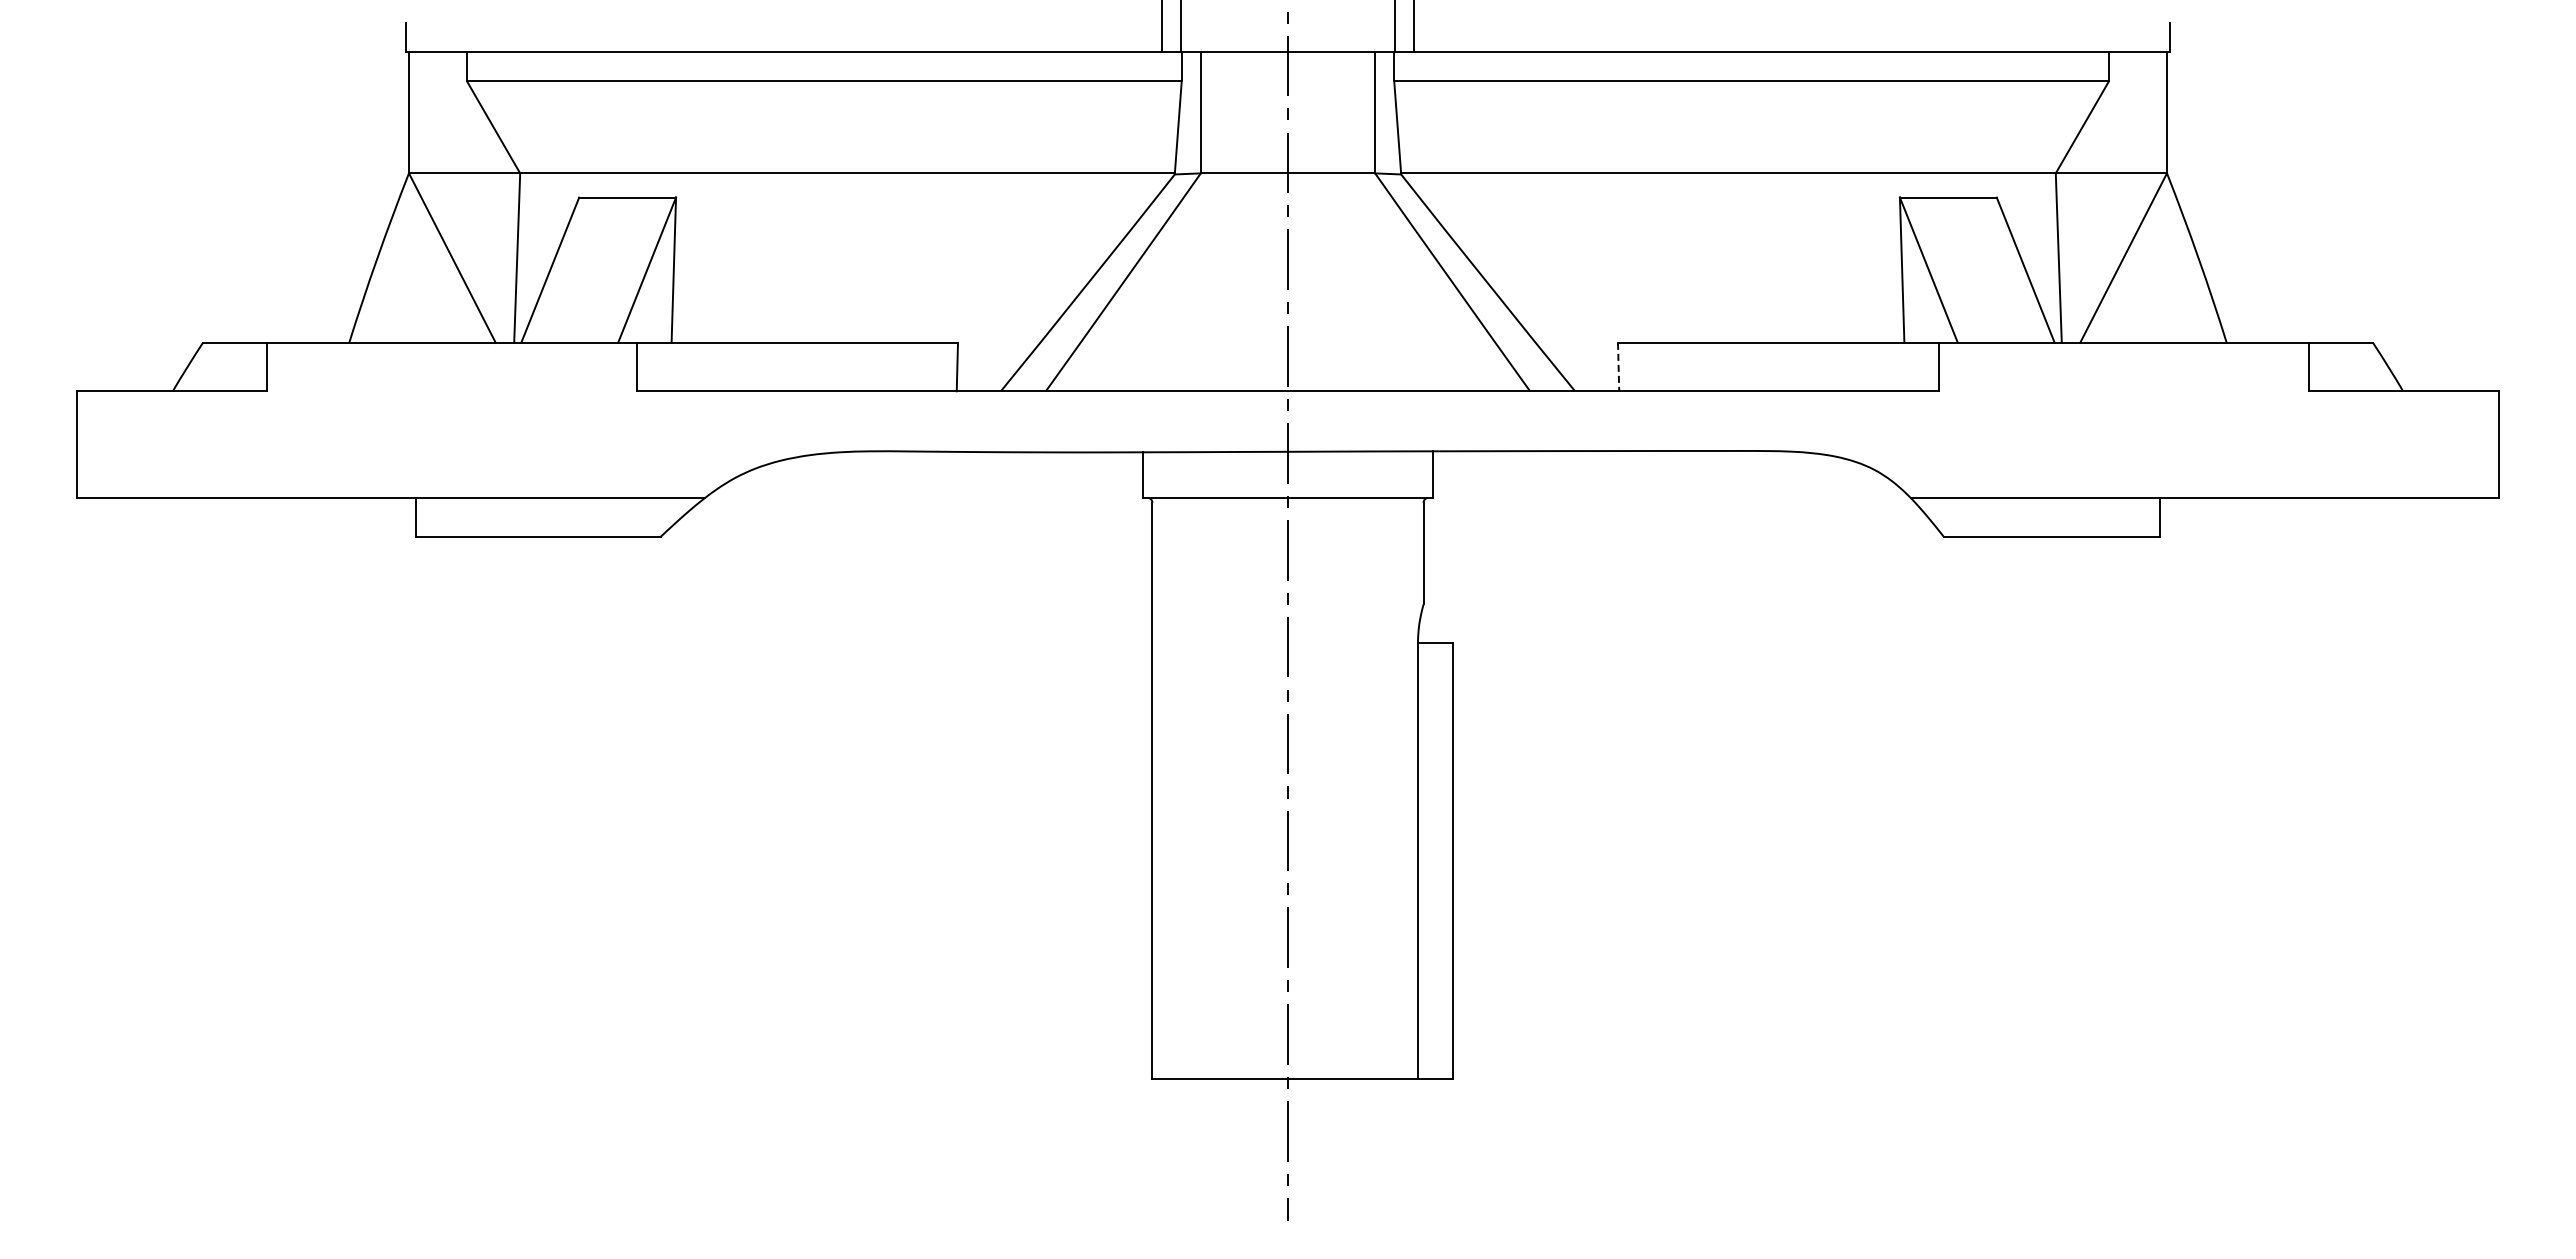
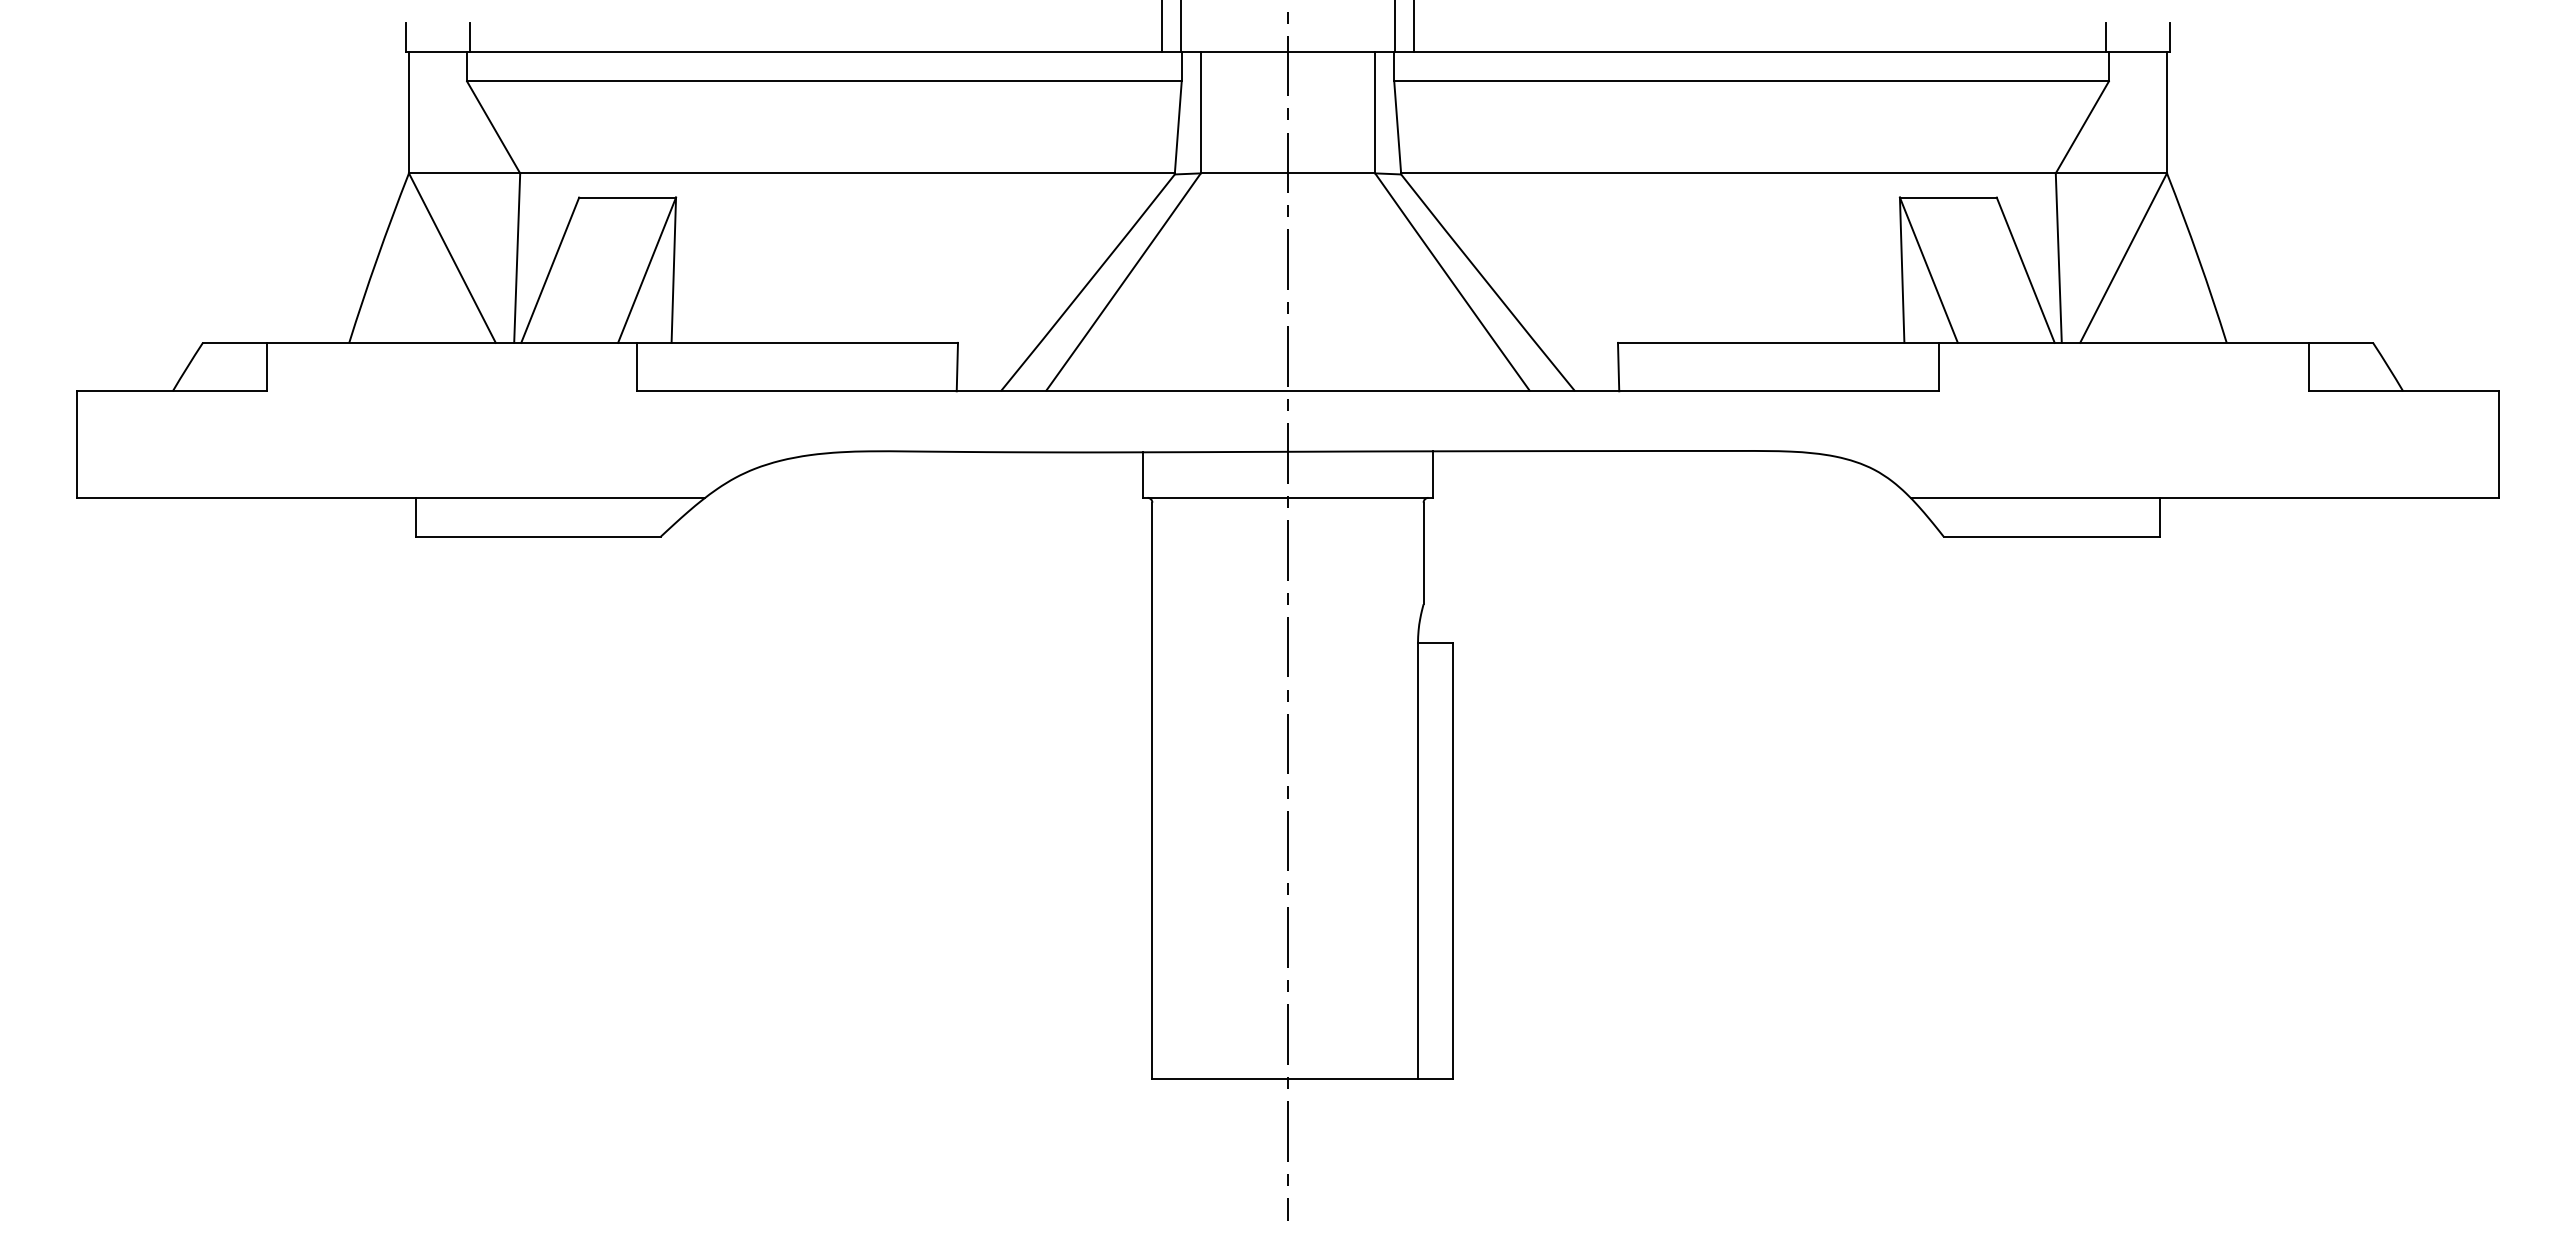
line at (469, 37): none -> present
line at (2106, 37): none -> present
line at (1618, 367): dashed -> solid
